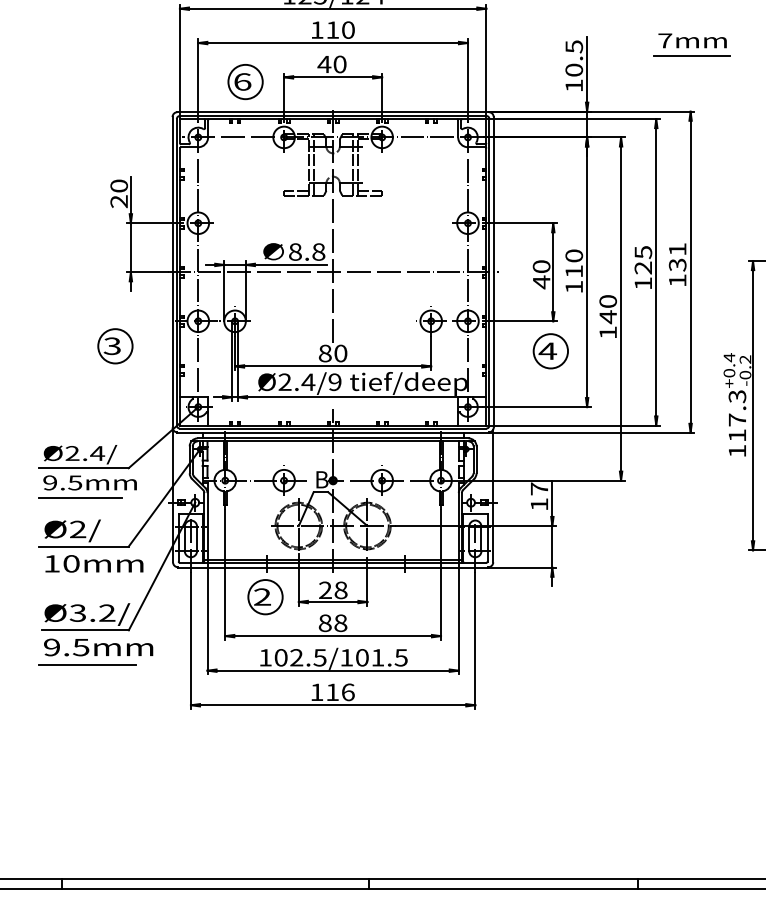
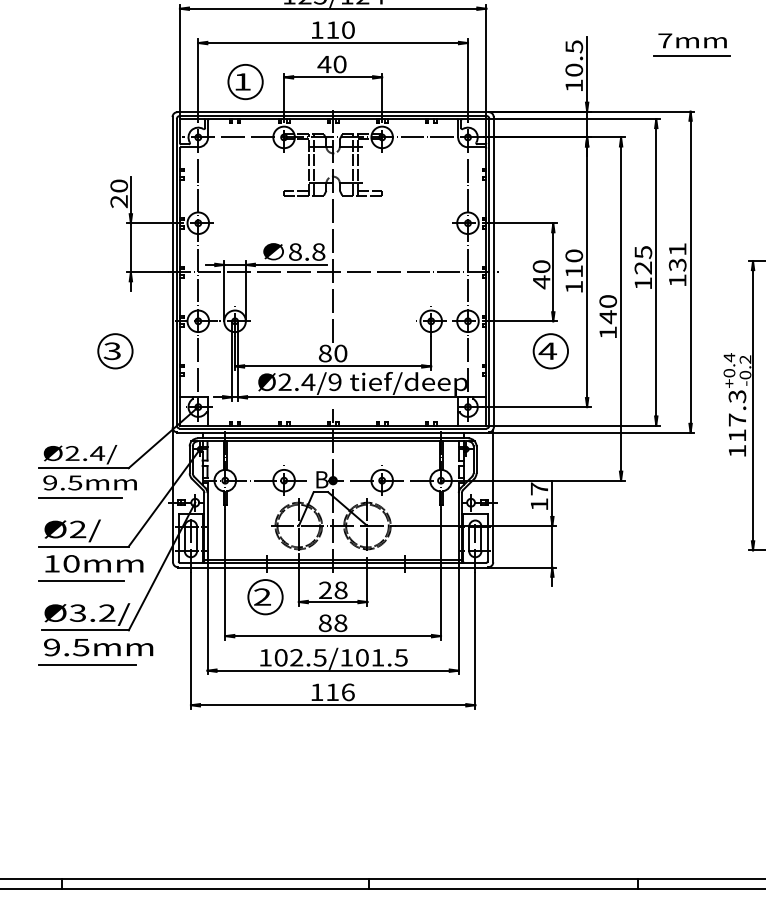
text at (242, 81): 6 -> 1
part at (115, 346) position: (115, 346) -> (115, 351)
line at (81, 581): none -> present
